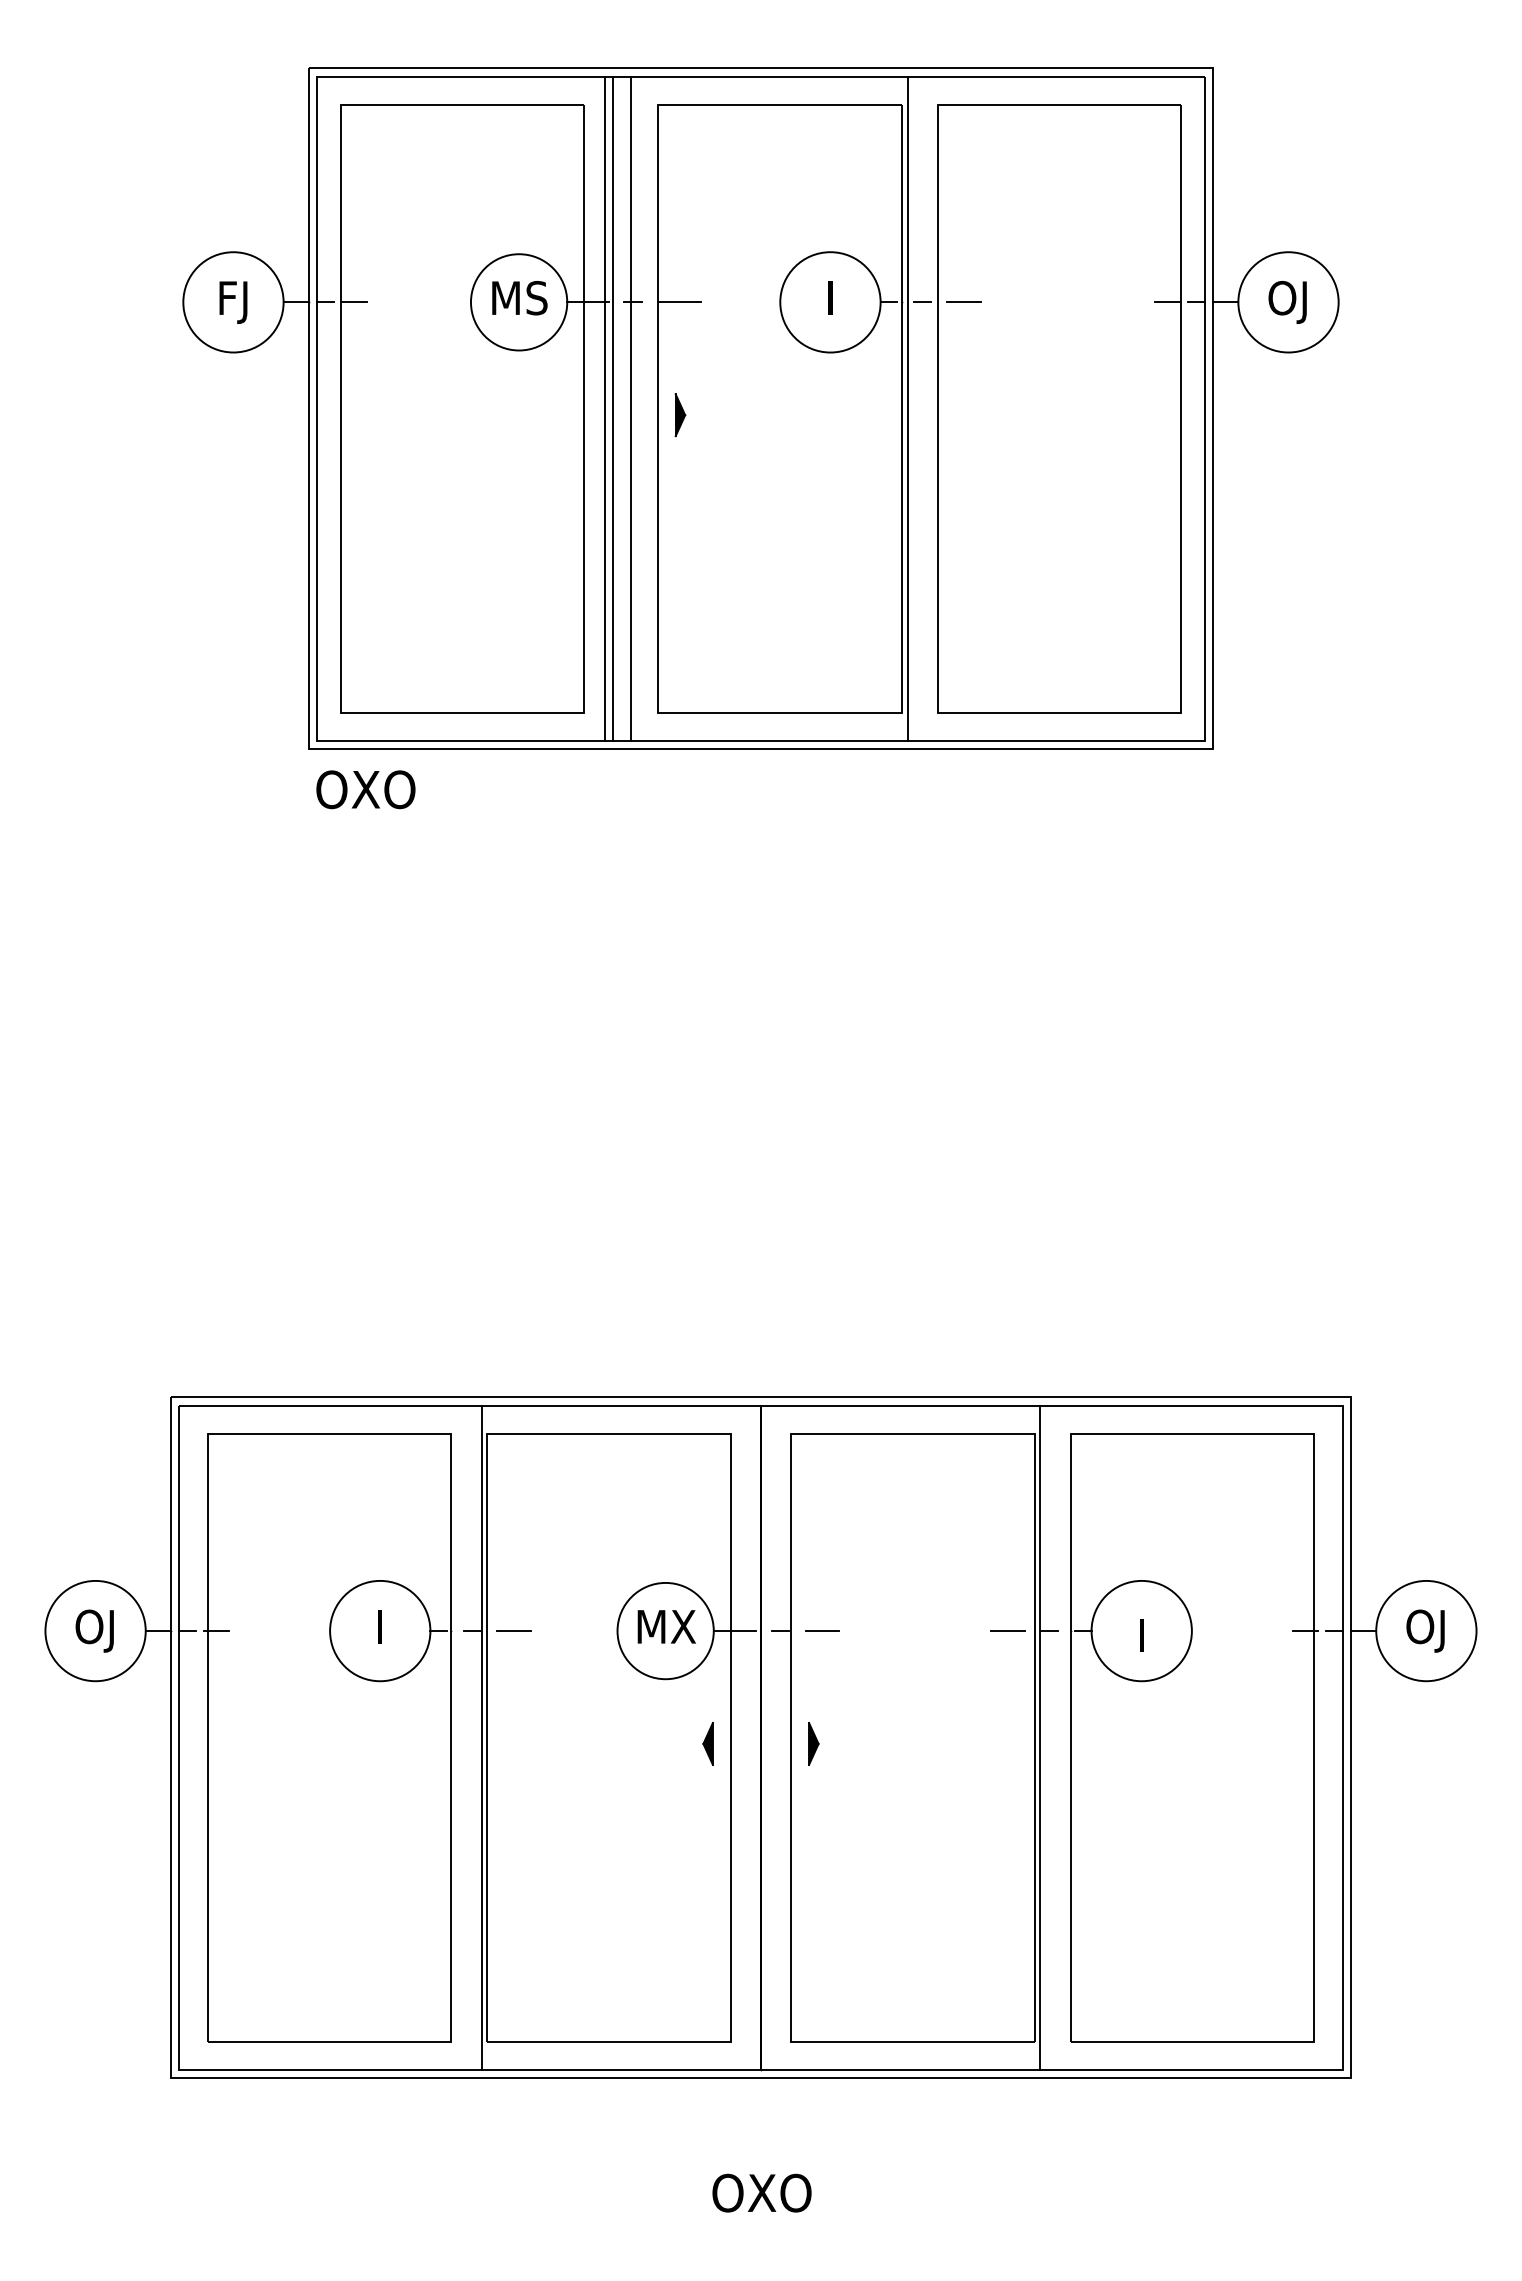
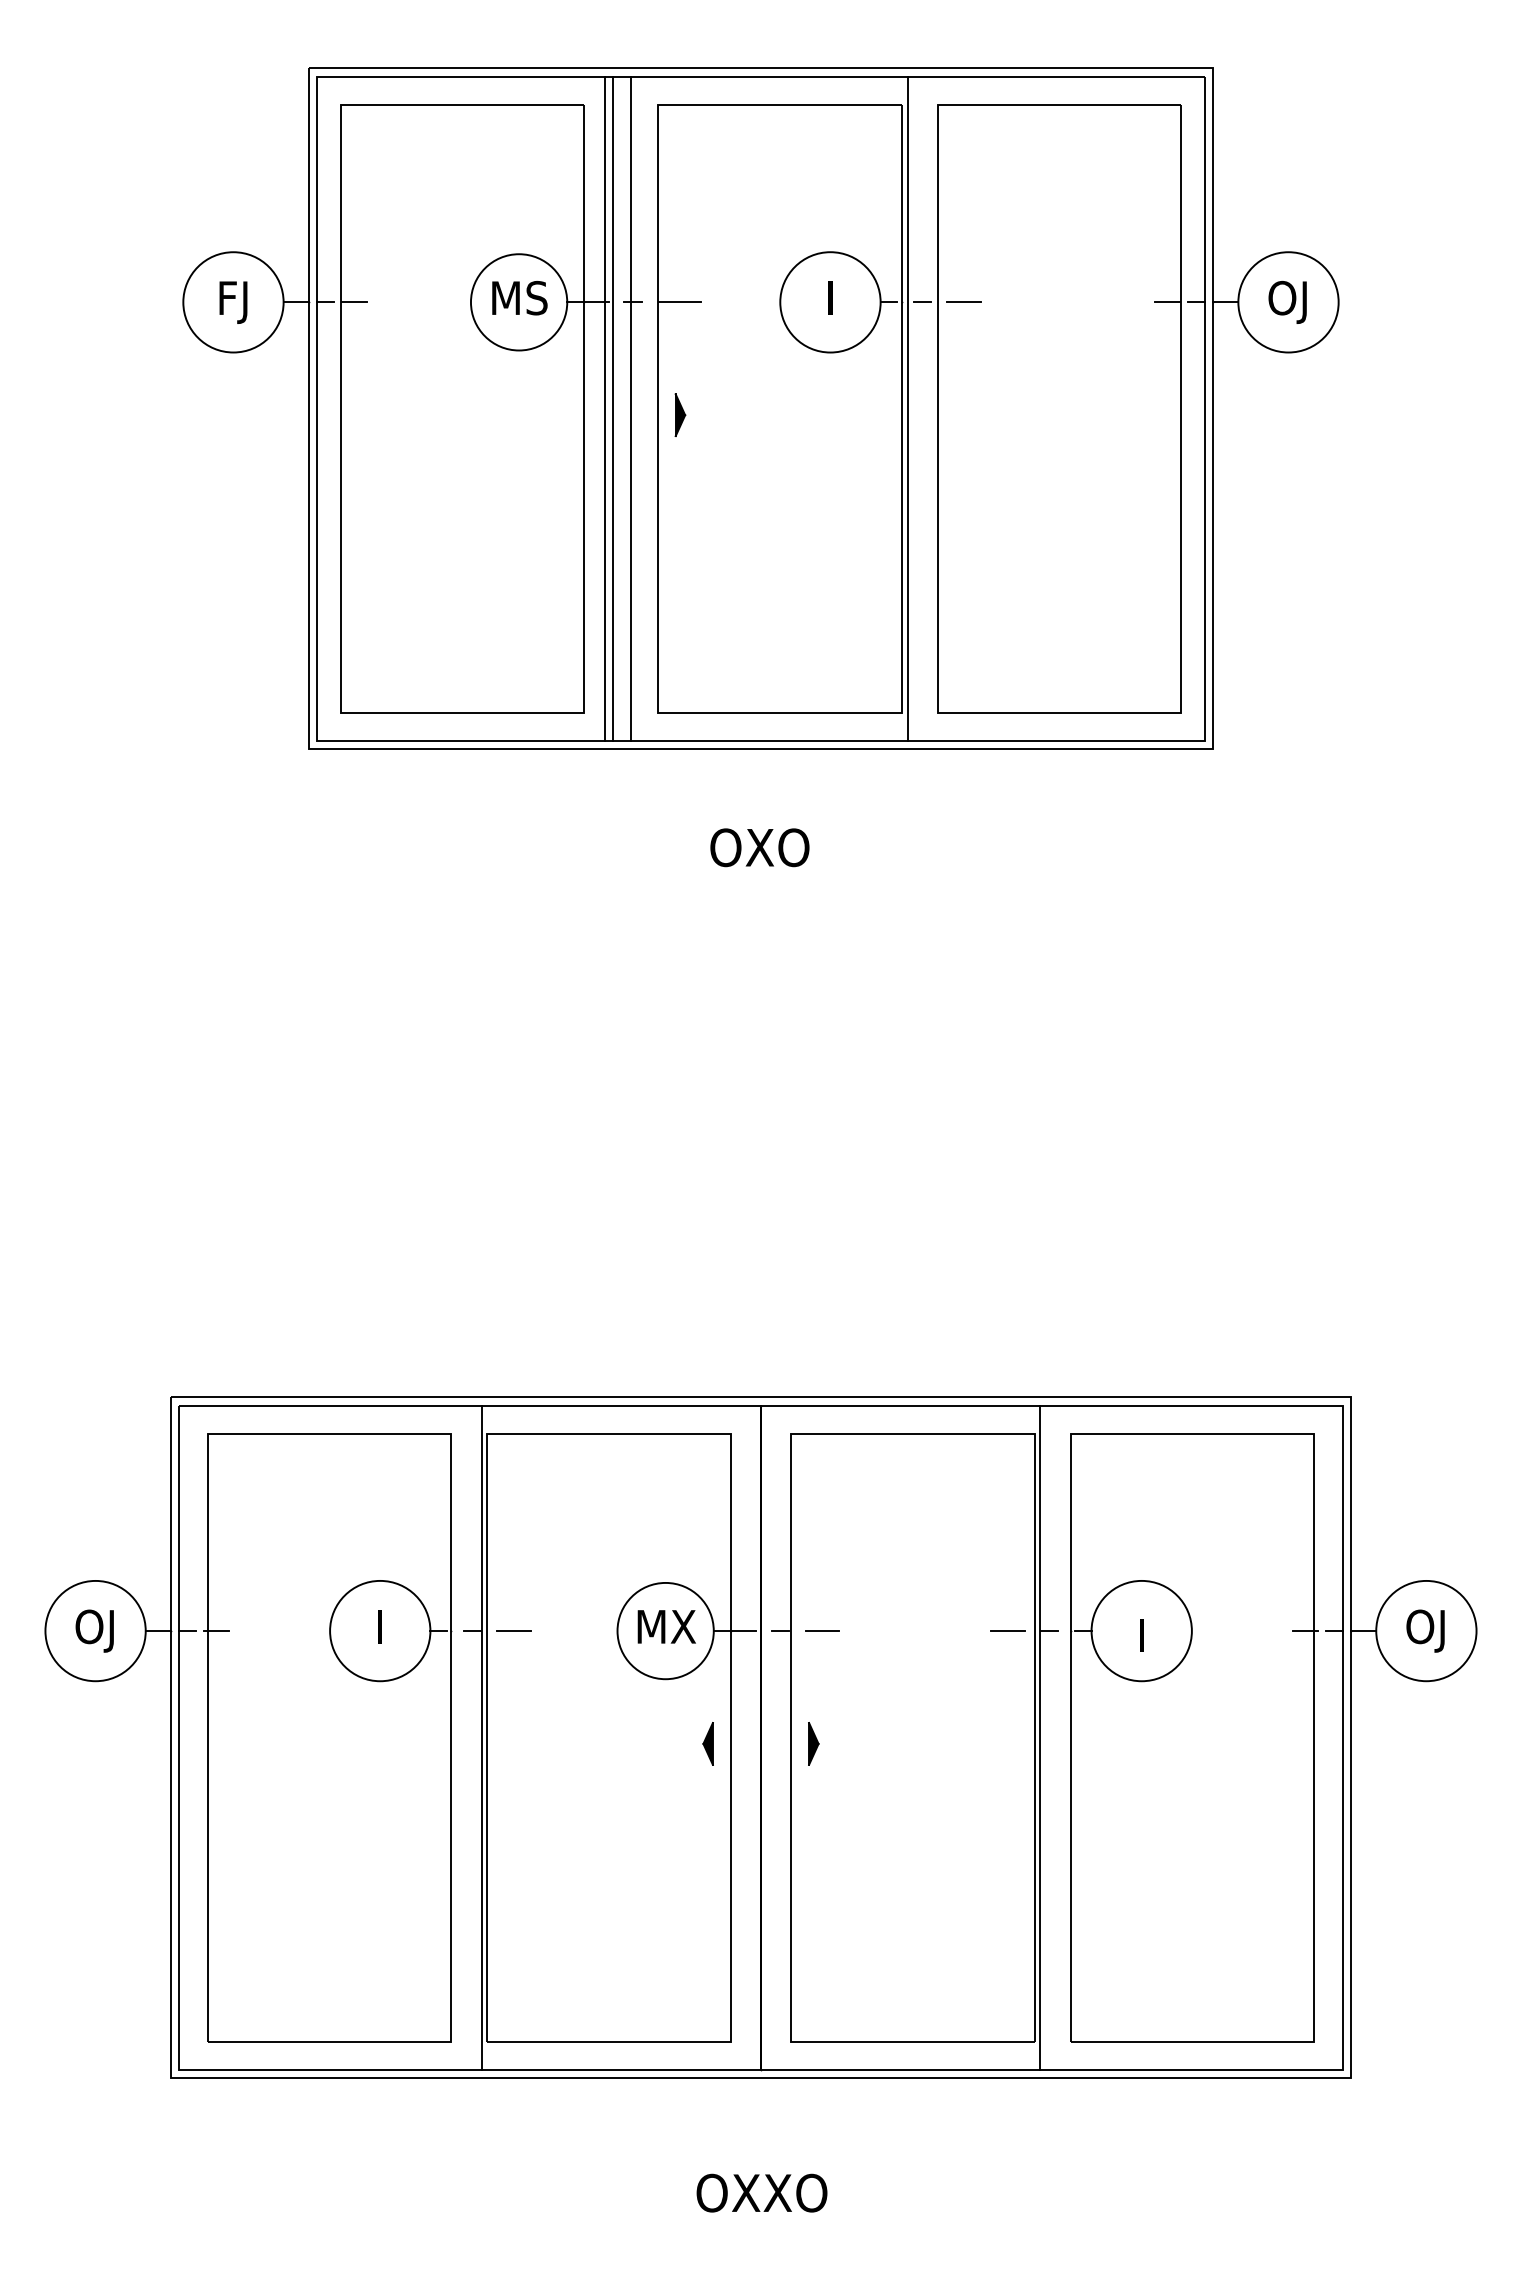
text at (365, 789) position: (365, 789) -> (759, 847)
text at (761, 2192): OXO -> OXXO
